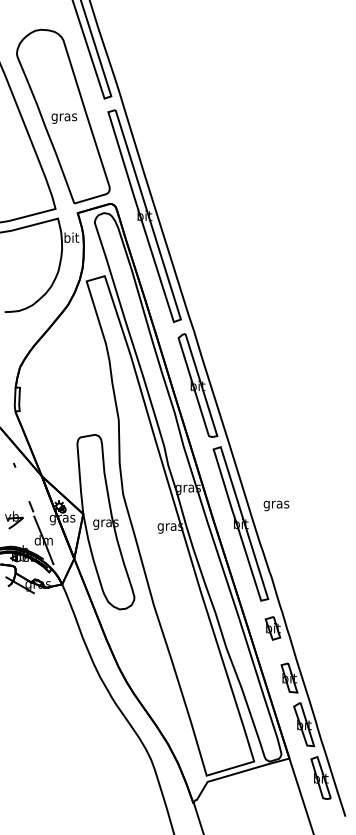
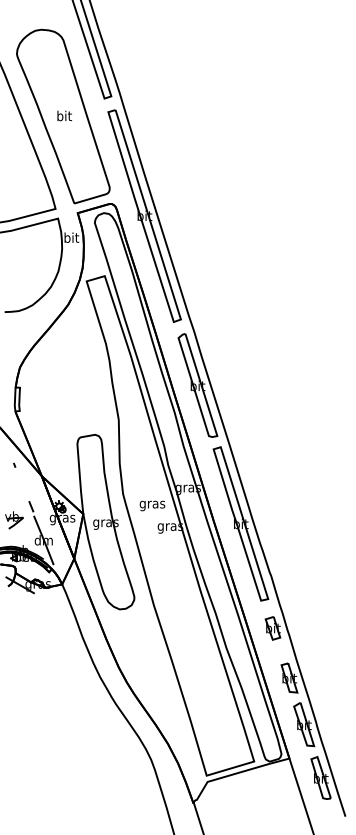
text at (64, 116): gras -> bit
text at (276, 505) position: (276, 505) -> (152, 505)
